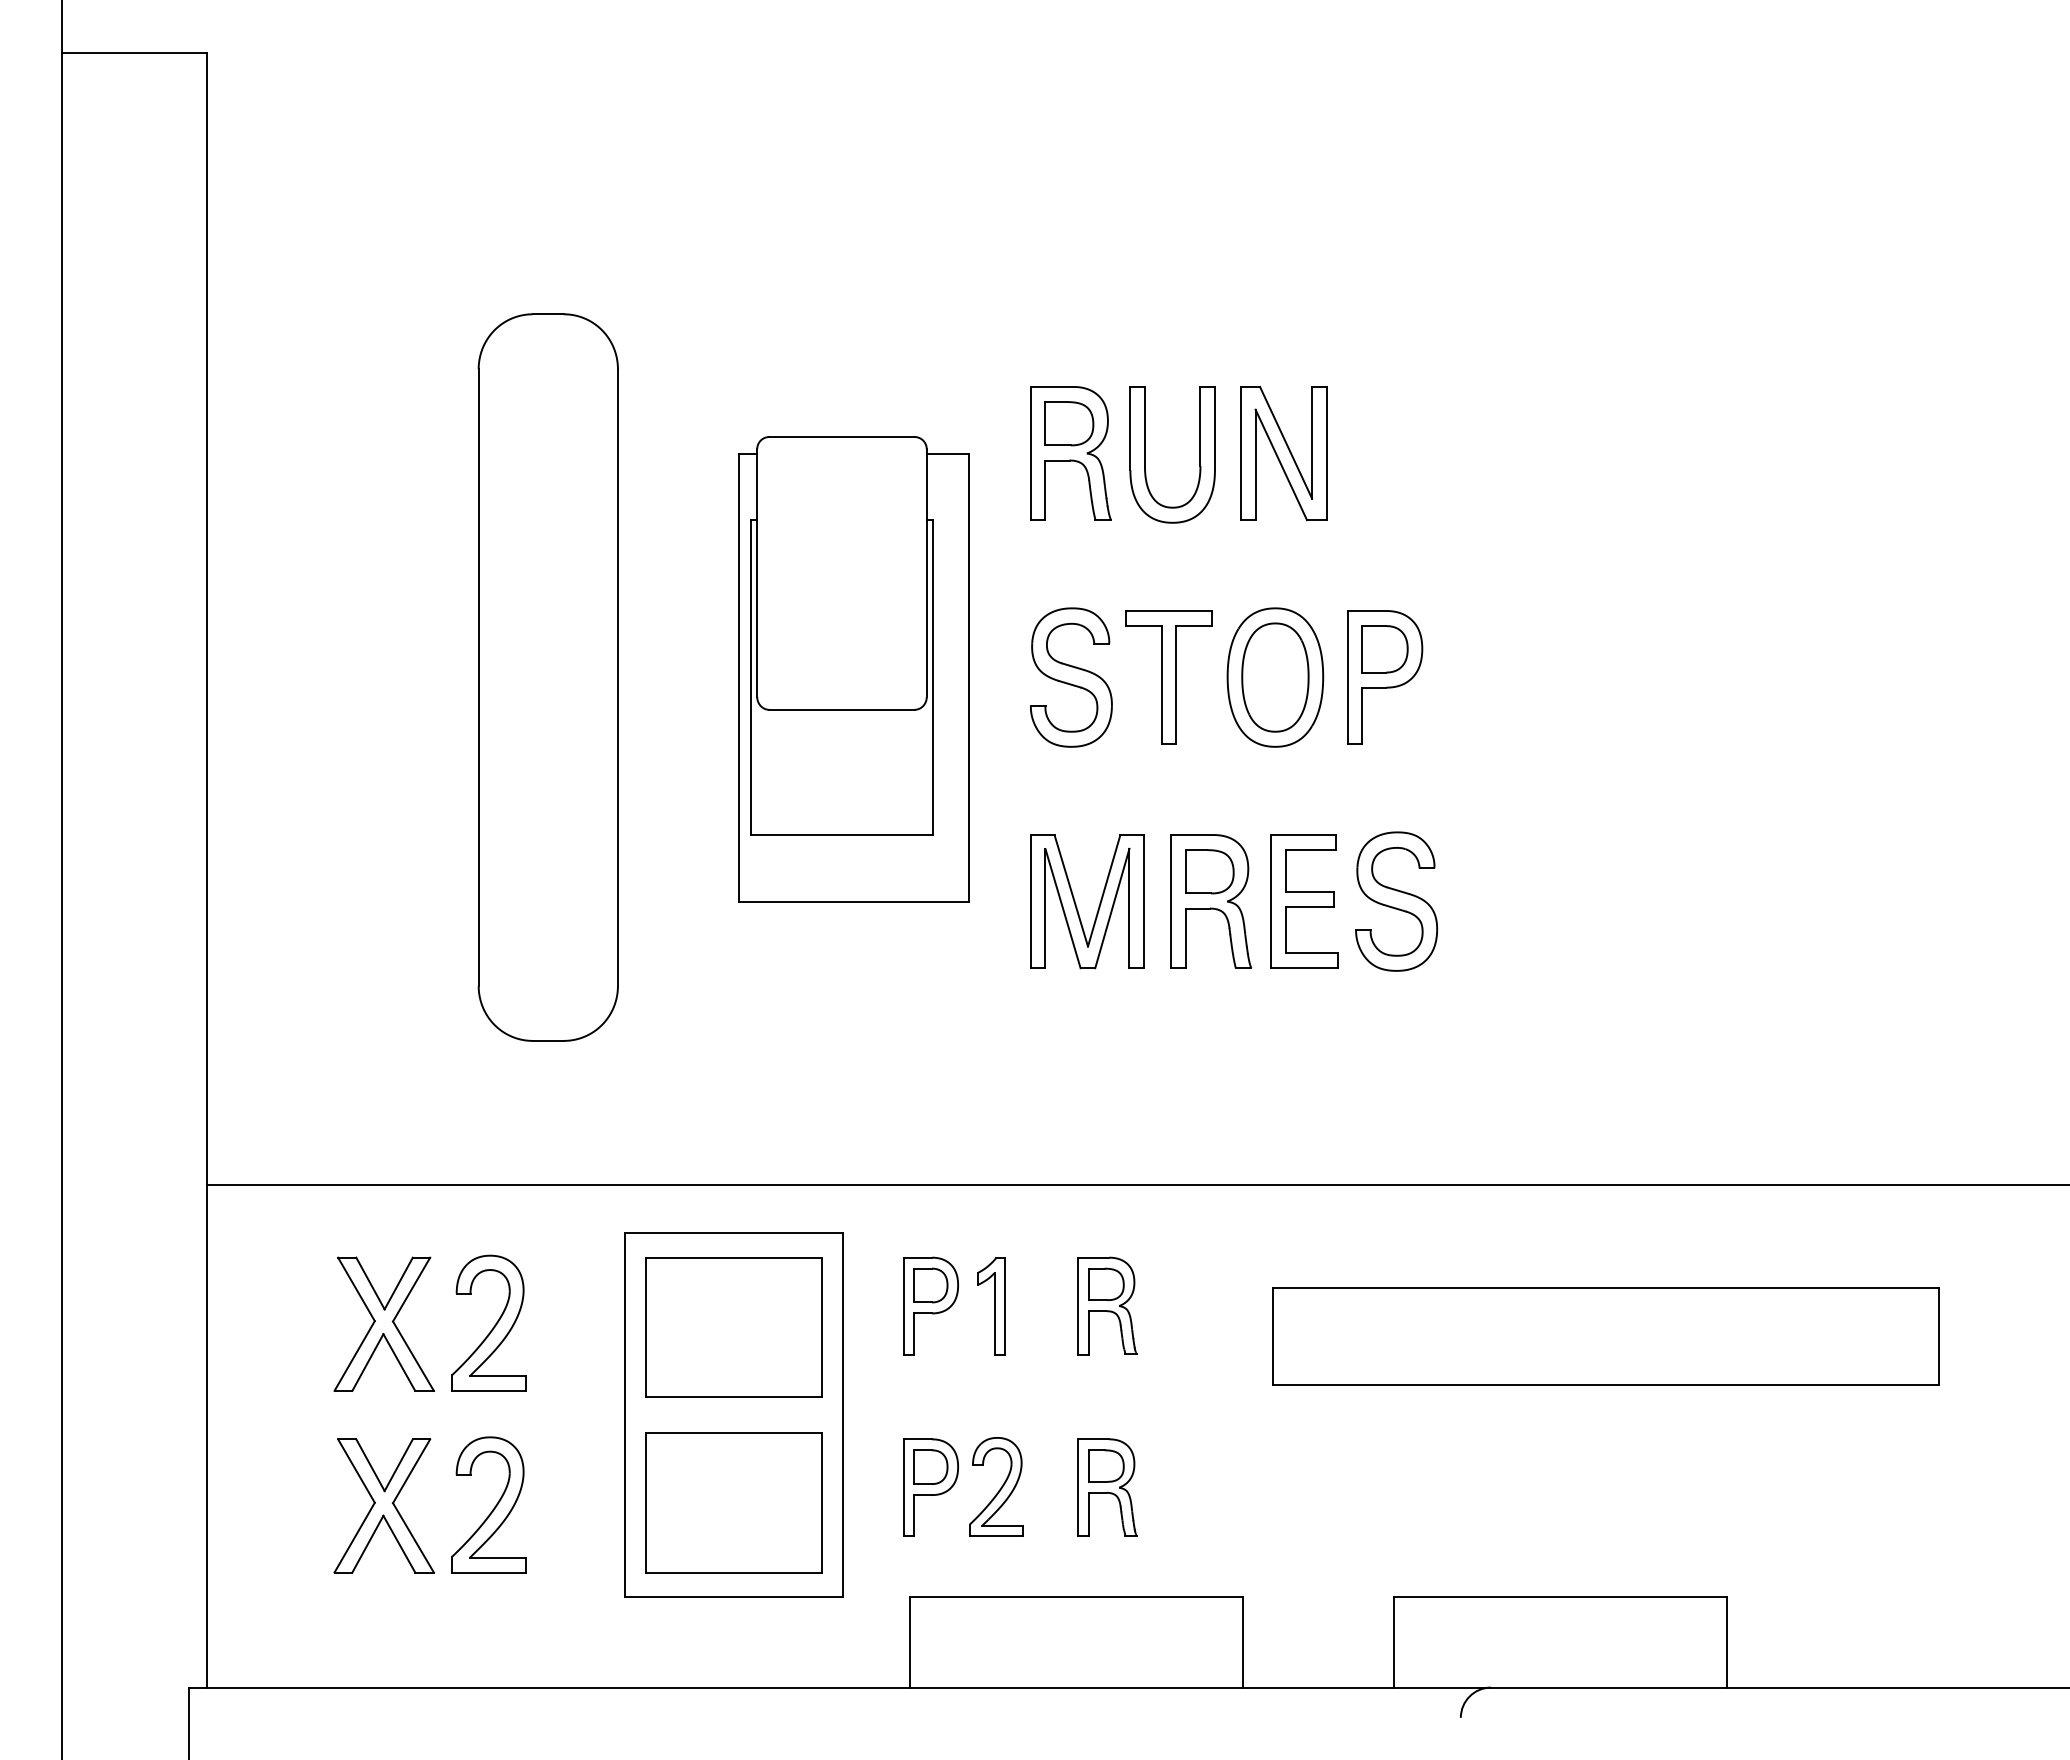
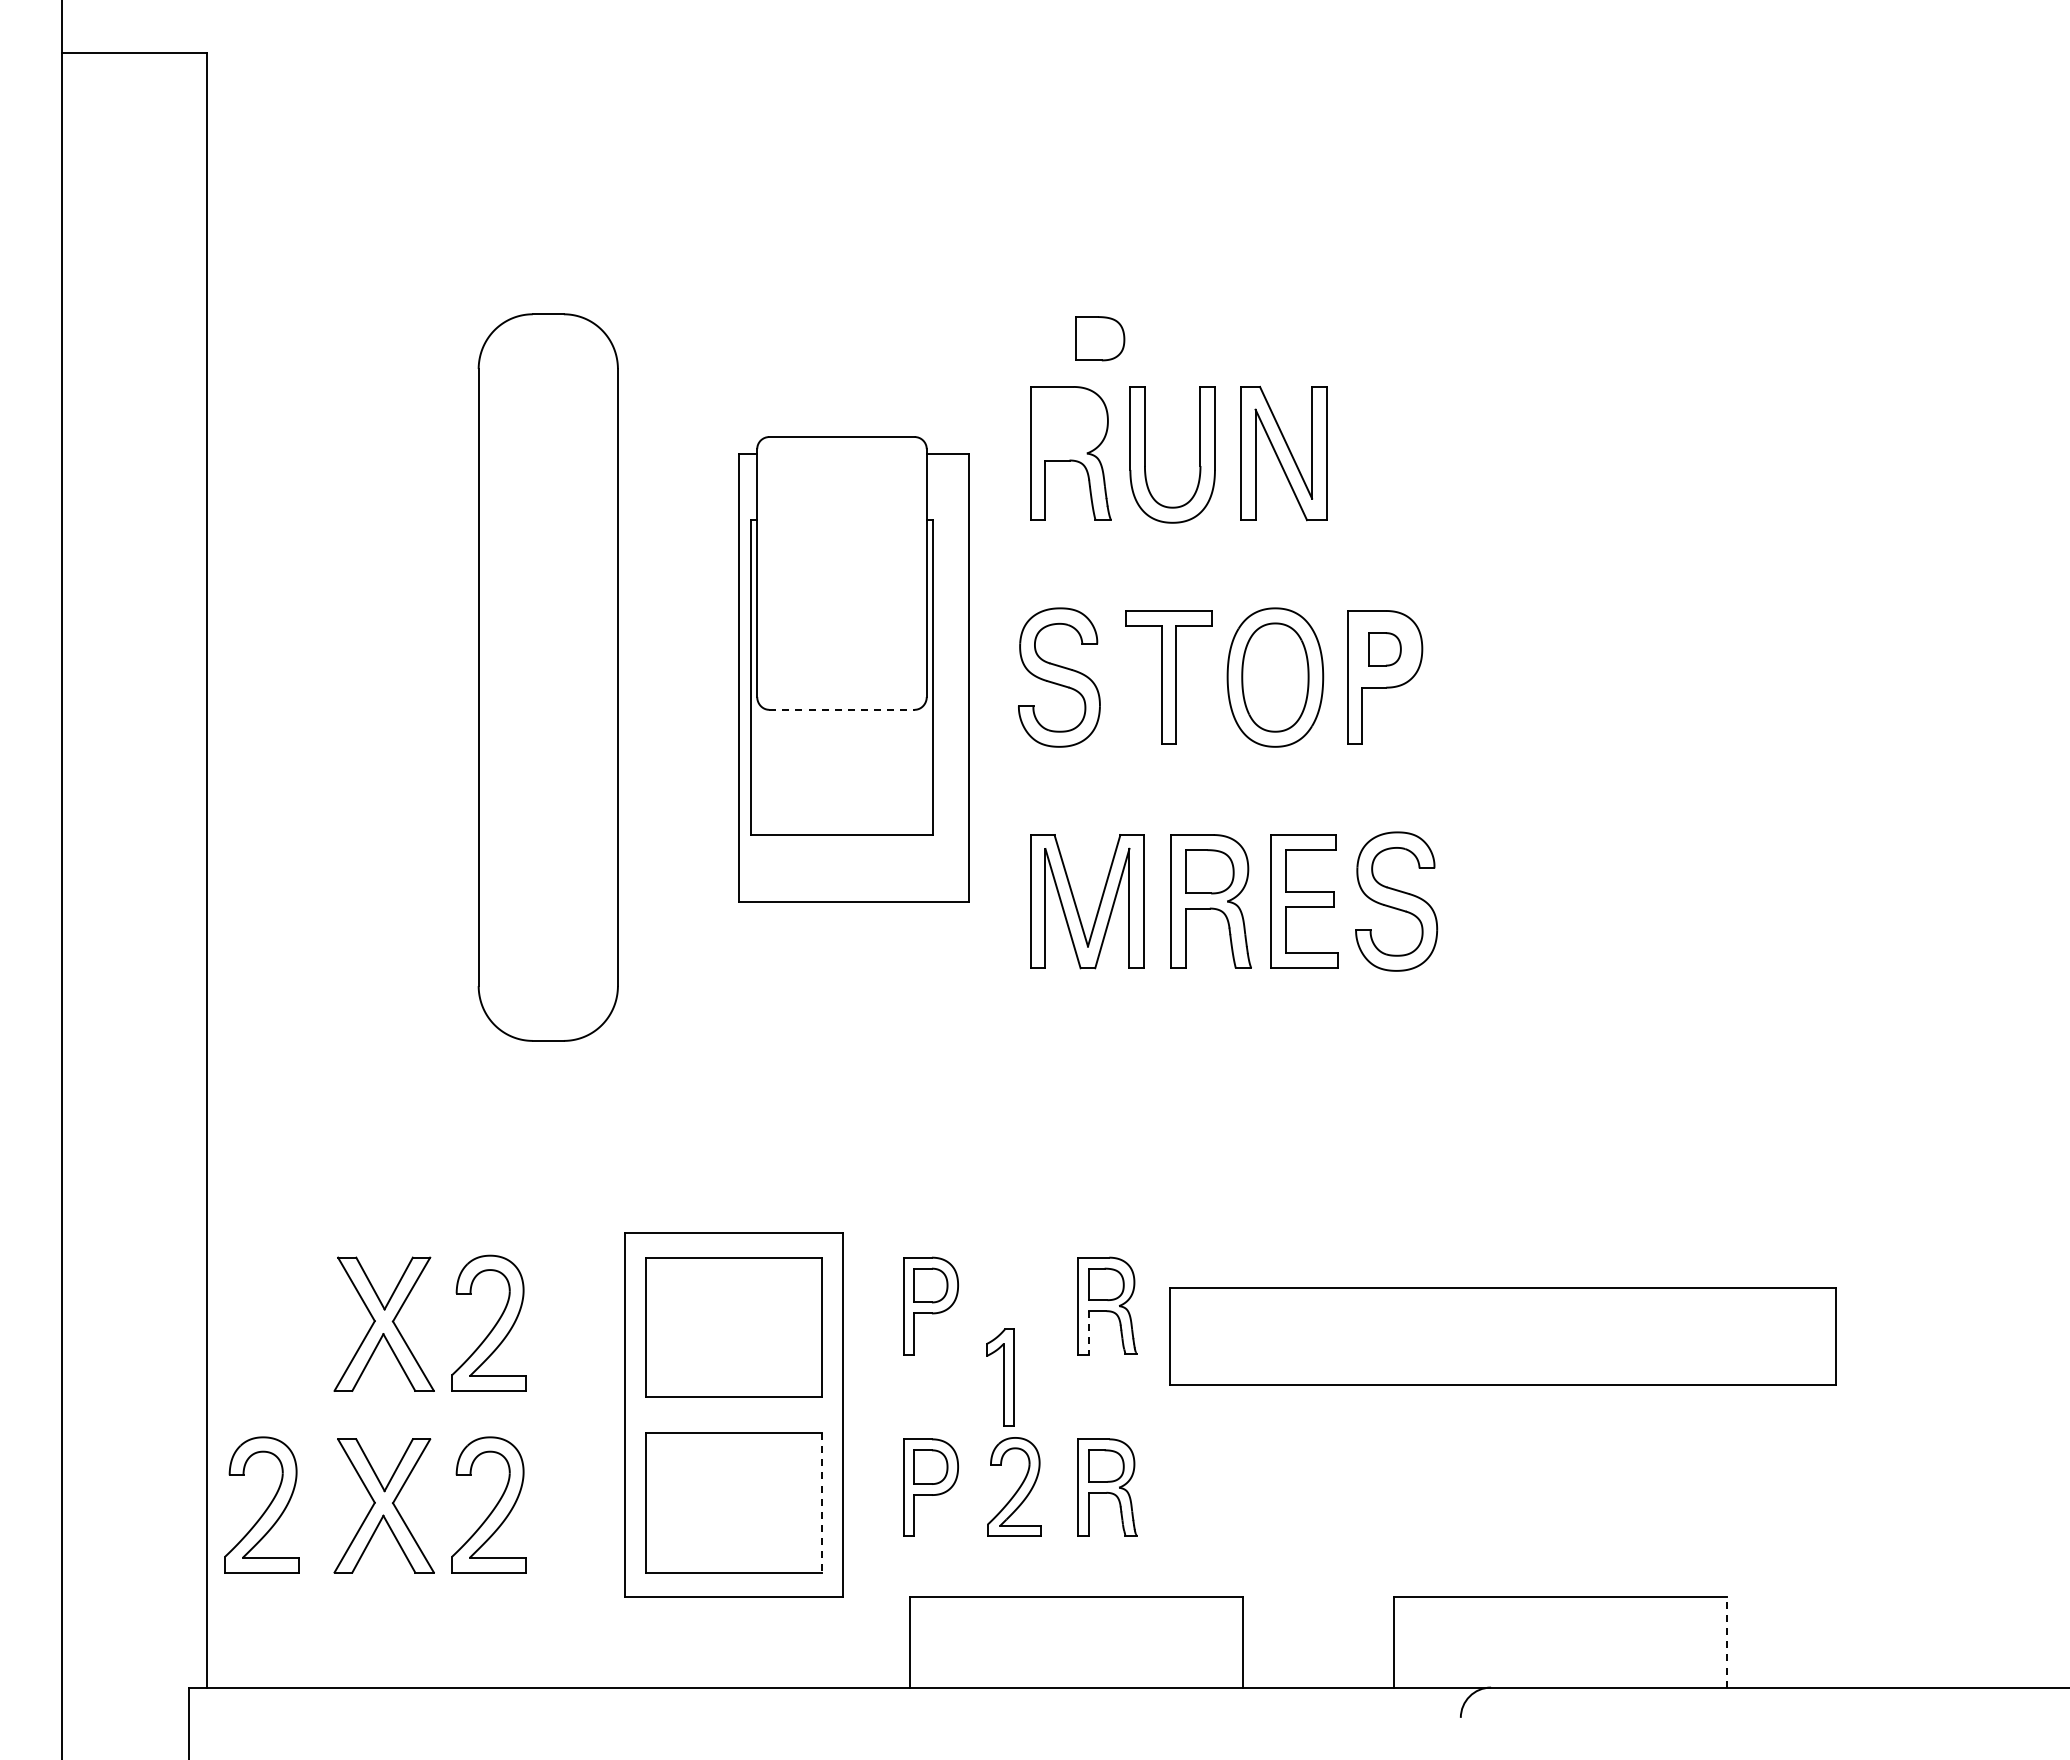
part at (1069, 423) position: (1069, 423) -> (1100, 338)
part at (1384, 649) size: 48x49 px -> 34x35 px
part at (1071, 677) position: (1071, 677) -> (1059, 677)
line at (841, 709): solid -> dashed
line at (1136, 1185): present -> none
part at (991, 1306) position: (991, 1306) -> (1000, 1377)
line at (1088, 1332): solid -> dashed
part at (1605, 1336) position: (1605, 1336) -> (1502, 1336)
part at (996, 1486) position: (996, 1486) -> (1014, 1486)
line at (822, 1502): solid -> dashed
part at (267, 1506): none -> present
line at (1727, 1641): solid -> dashed
